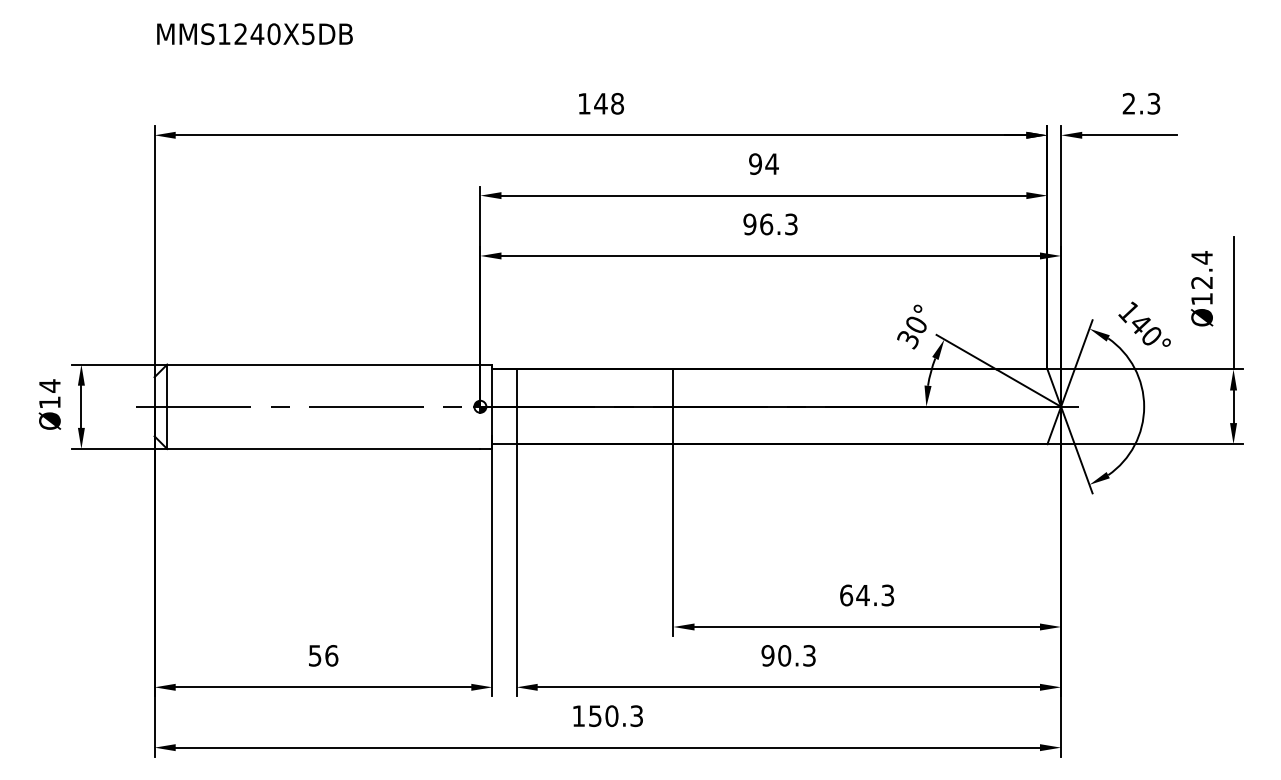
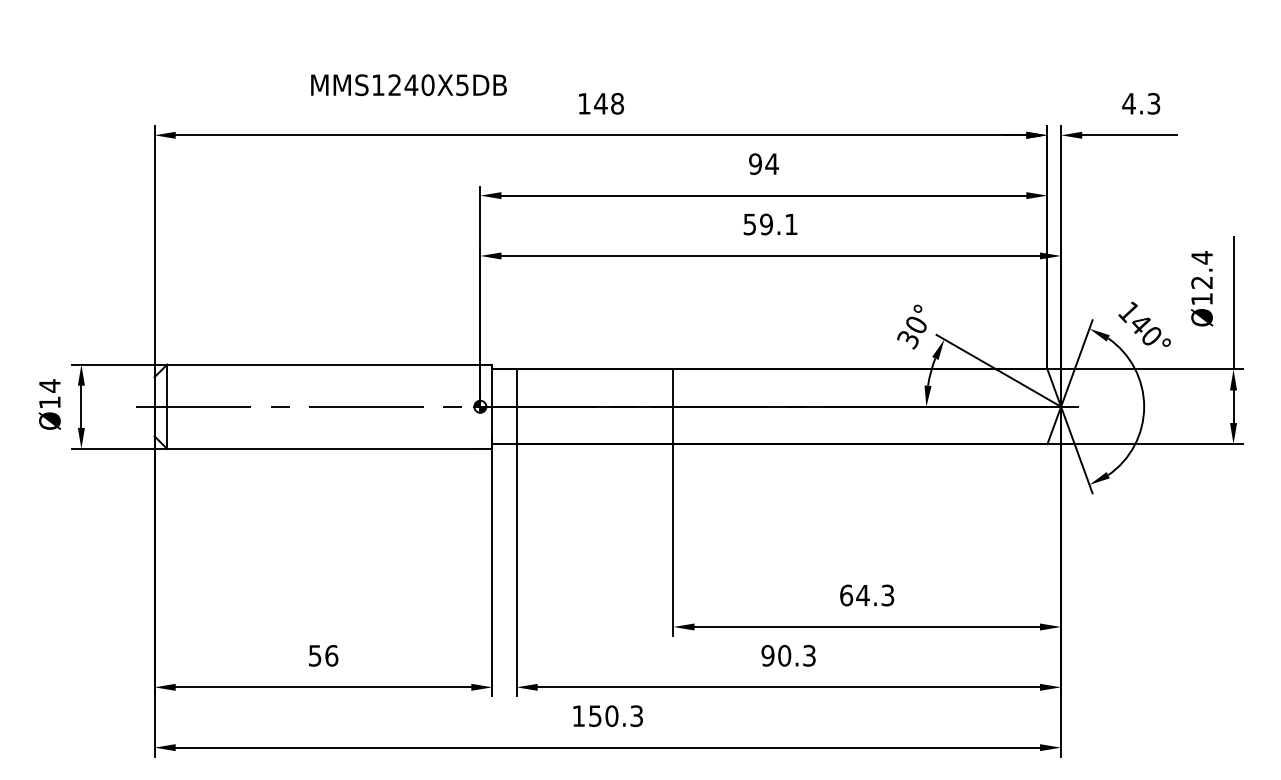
text at (254, 34) position: (254, 34) -> (408, 85)
text at (1128, 103): 2.3 -> 4.3
text at (770, 224): 96.3 -> 59.1
